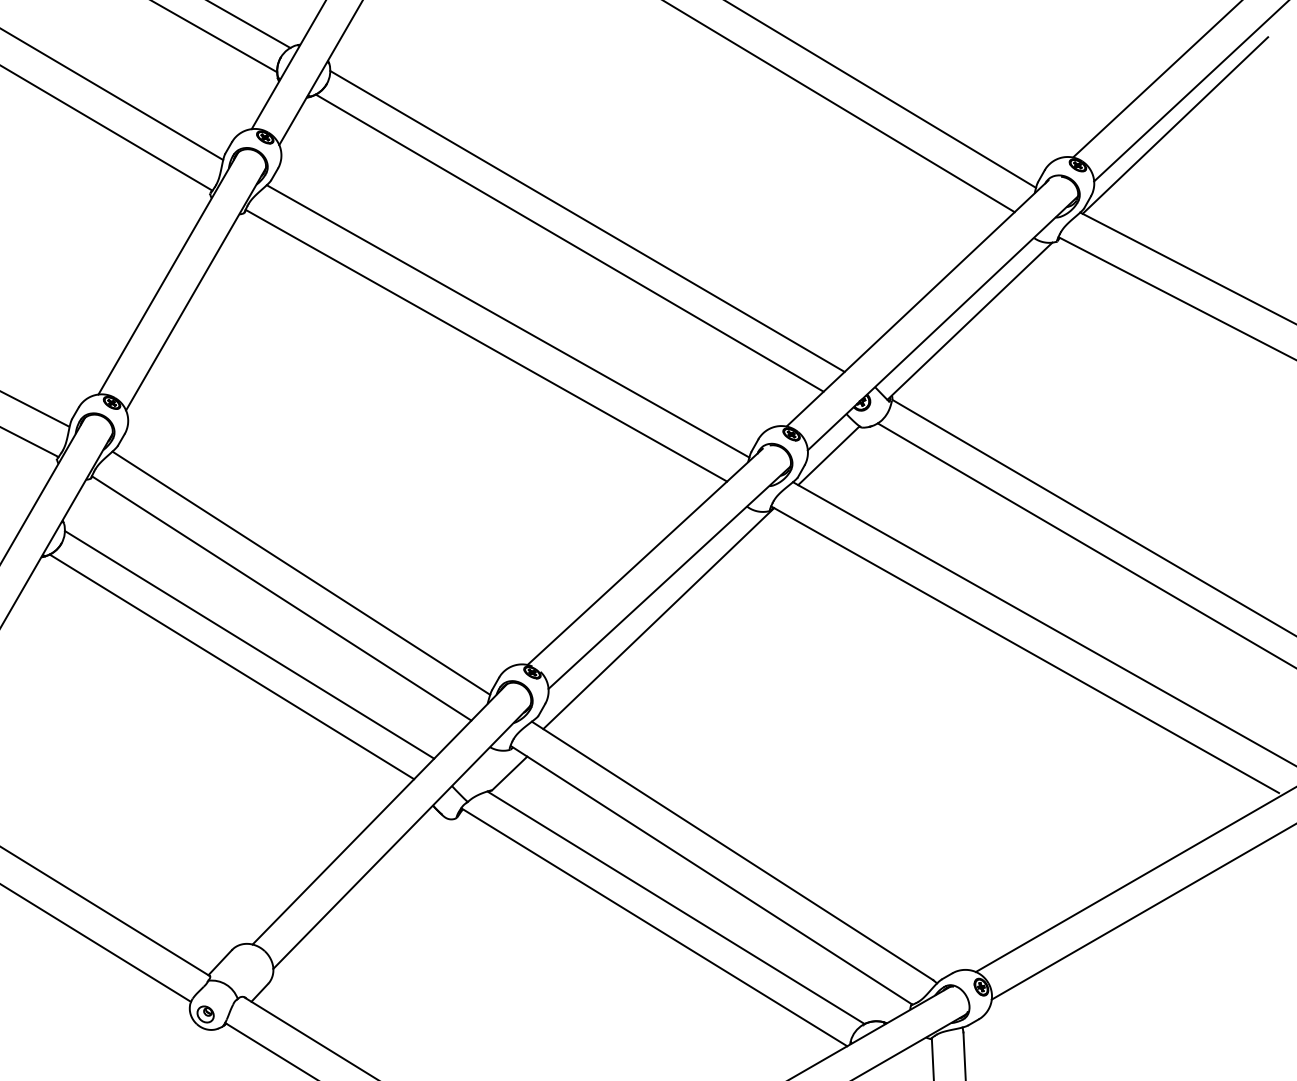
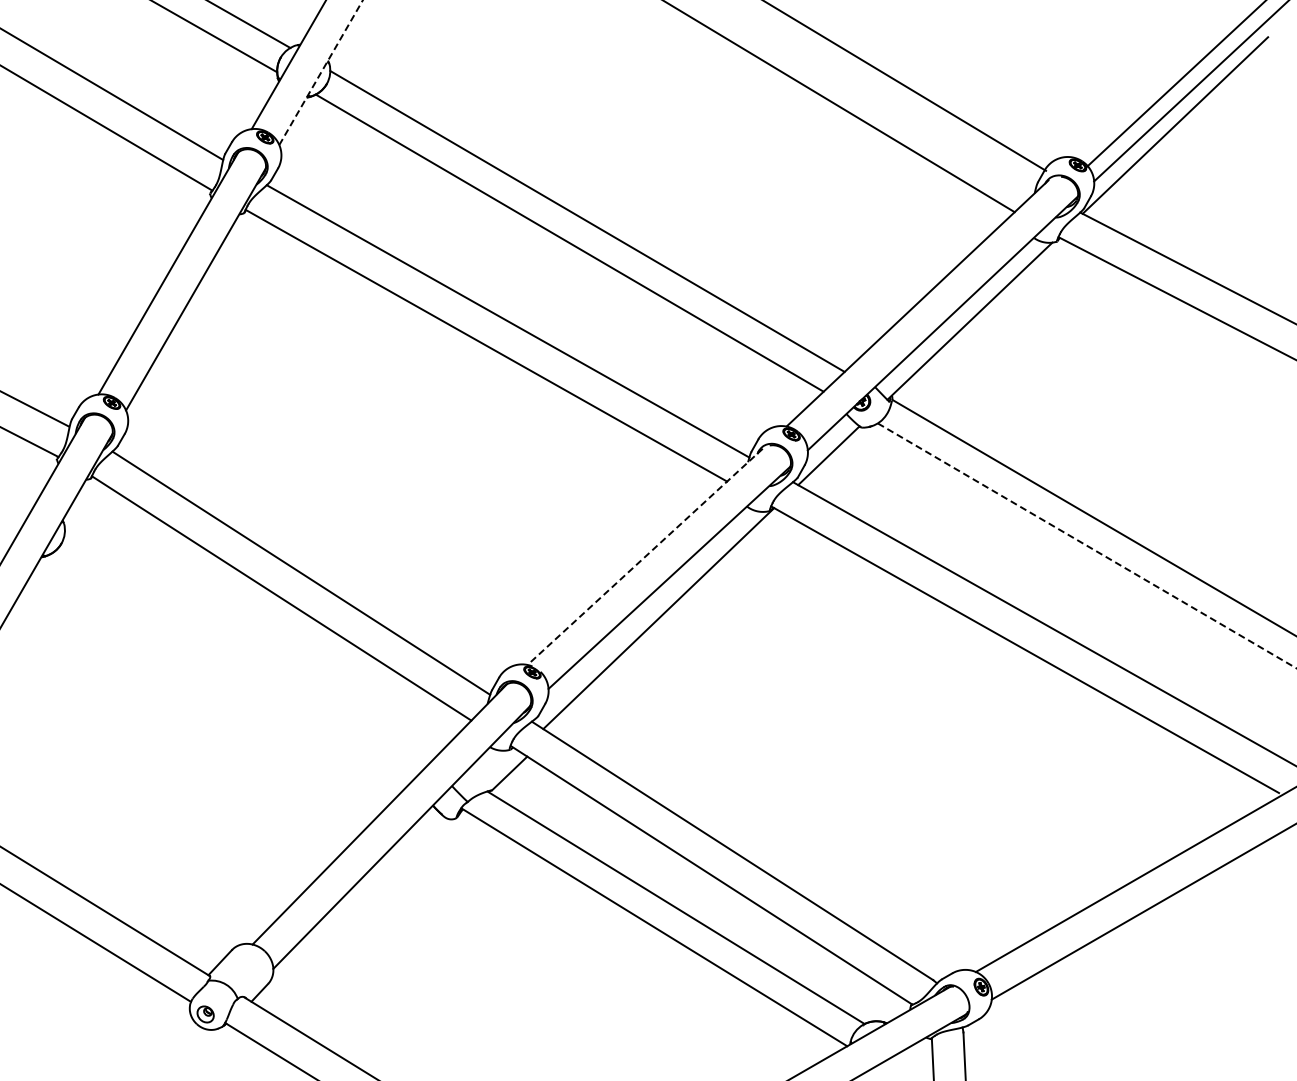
line at (321, 72): solid -> dashed
line at (1156, 79) position: (1156, 79) -> (1174, 85)
line at (881, 94) position: (881, 94) -> (905, 86)
line at (1087, 545): solid -> dashed
line at (645, 556): solid -> dashed
line at (249, 644): present -> none
line at (231, 666): present -> none
